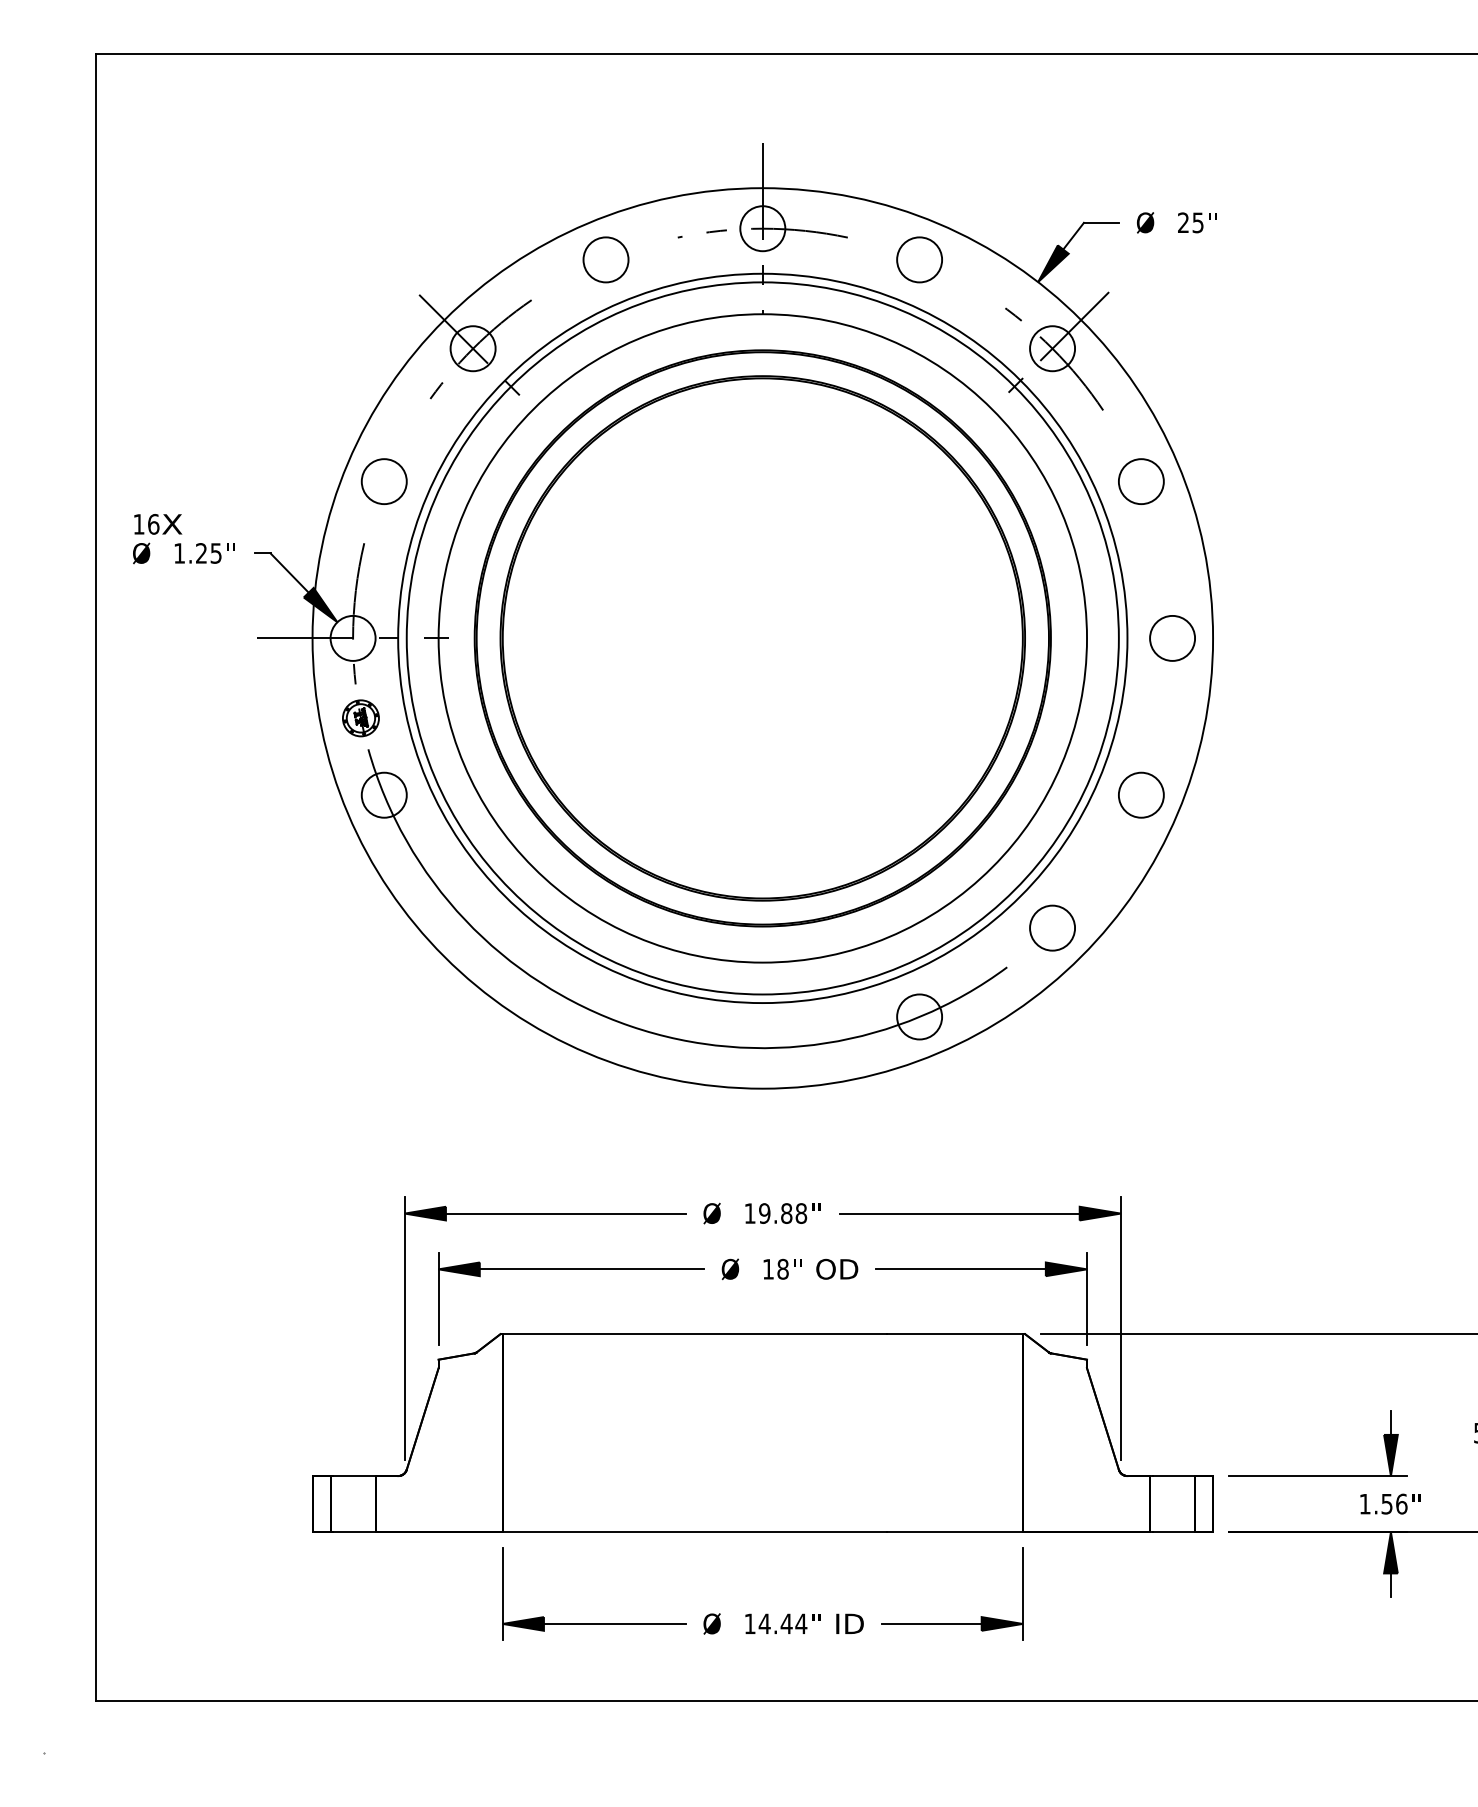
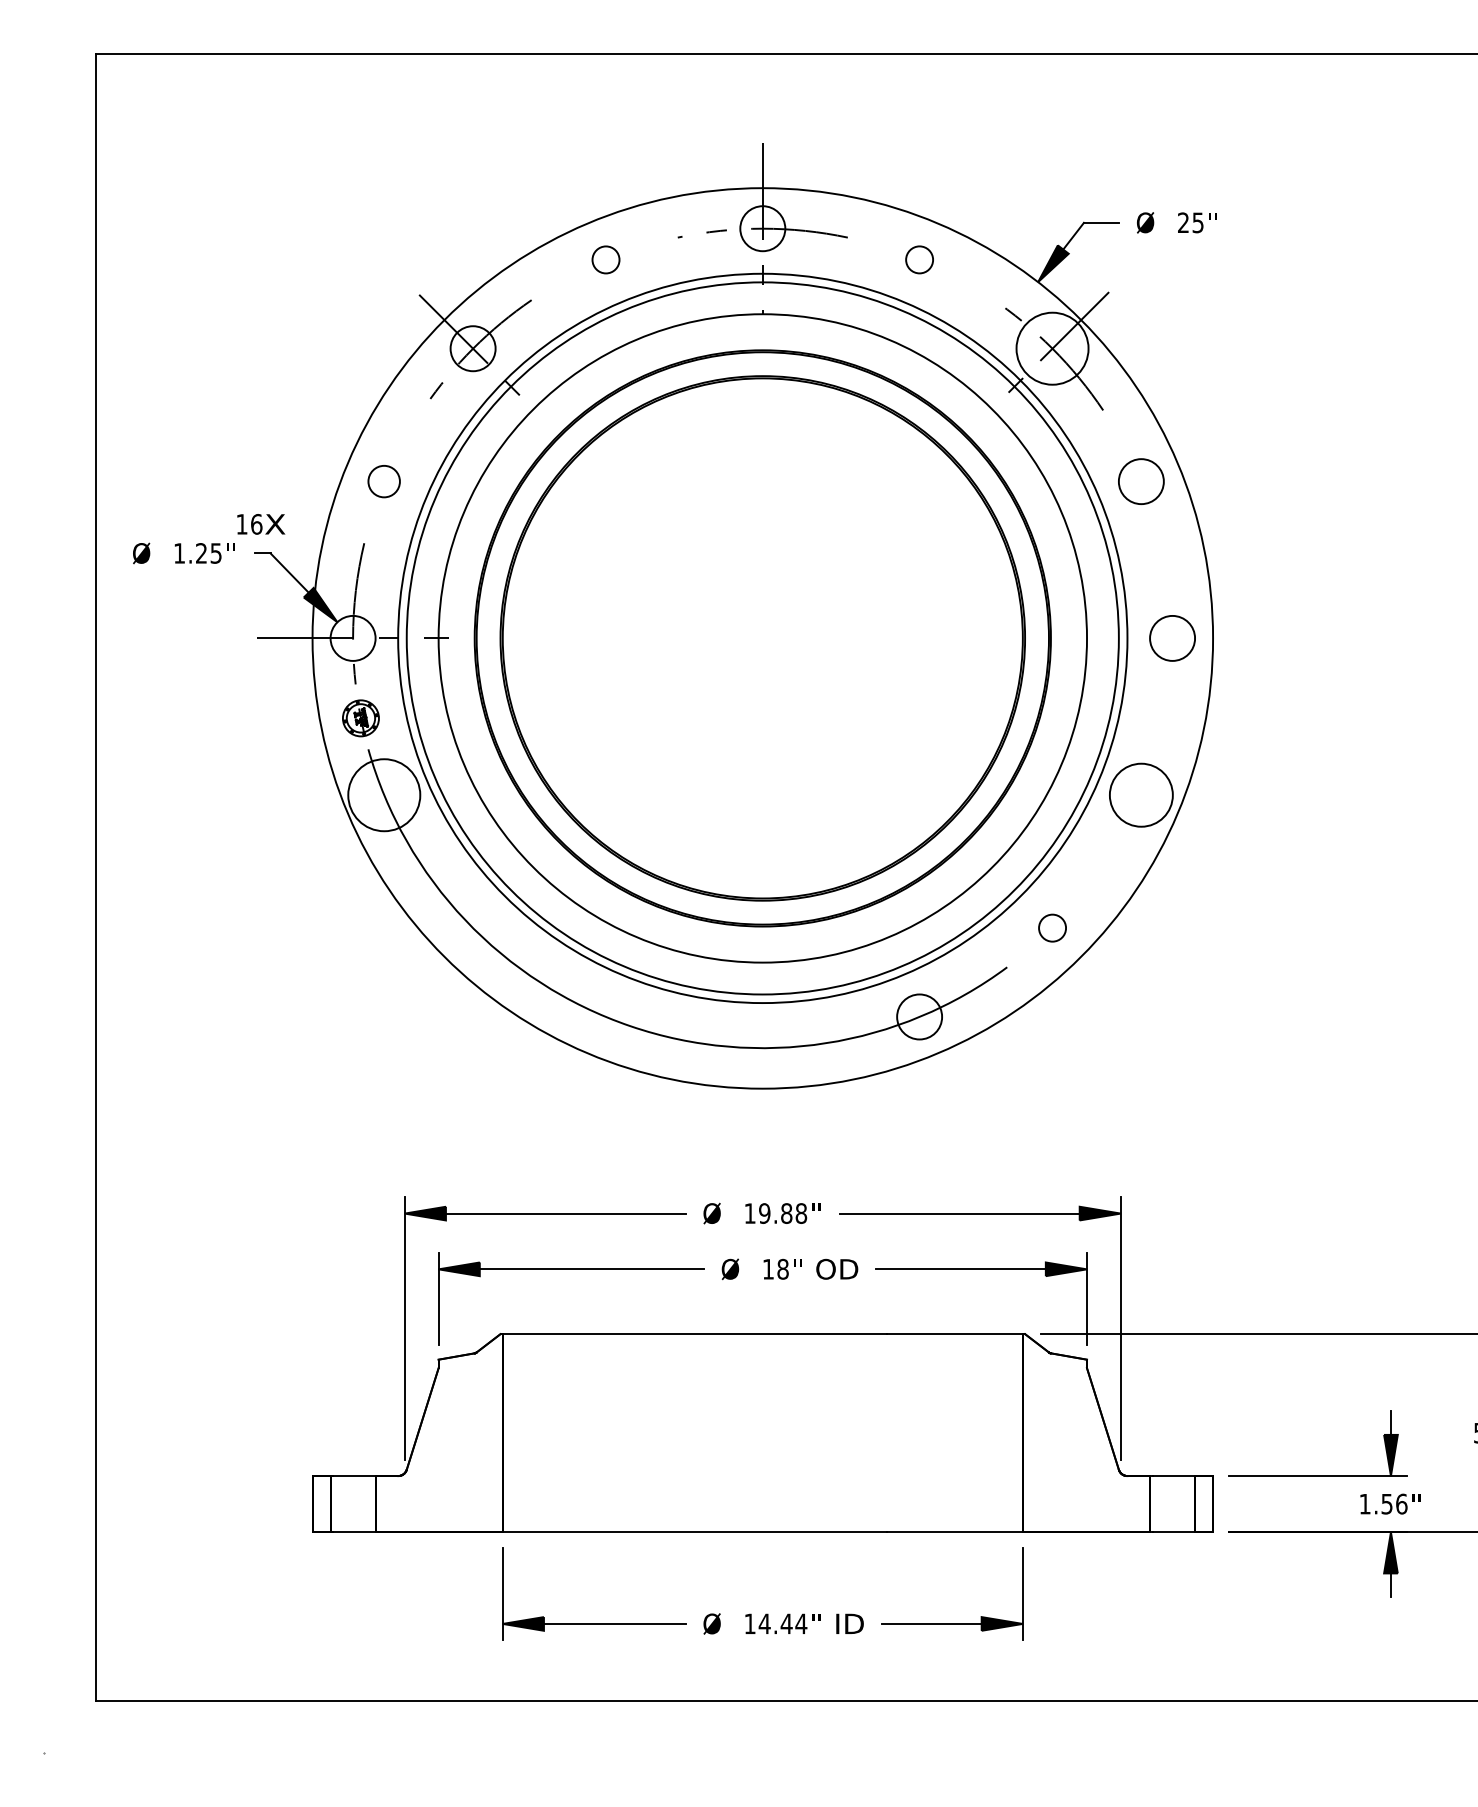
circle at (605, 259) size: 48x48 px -> 30x30 px
circle at (919, 259) diameter: 45 px -> 27 px
circle at (1052, 348) diameter: 45 px -> 72 px
circle at (383, 481) size: 48x47 px -> 34x34 px
text at (158, 524) position: (158, 524) -> (261, 524)
circle at (383, 794) diameter: 45 px -> 72 px
circle at (1140, 794) diameter: 45 px -> 63 px
circle at (1052, 927) diameter: 45 px -> 27 px
